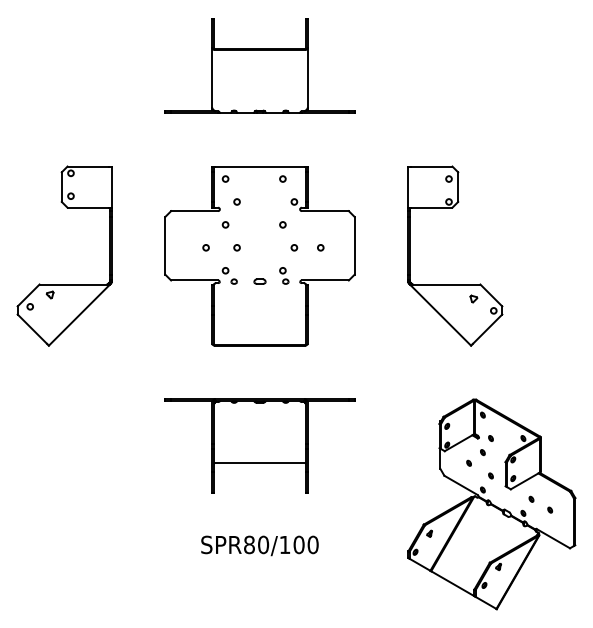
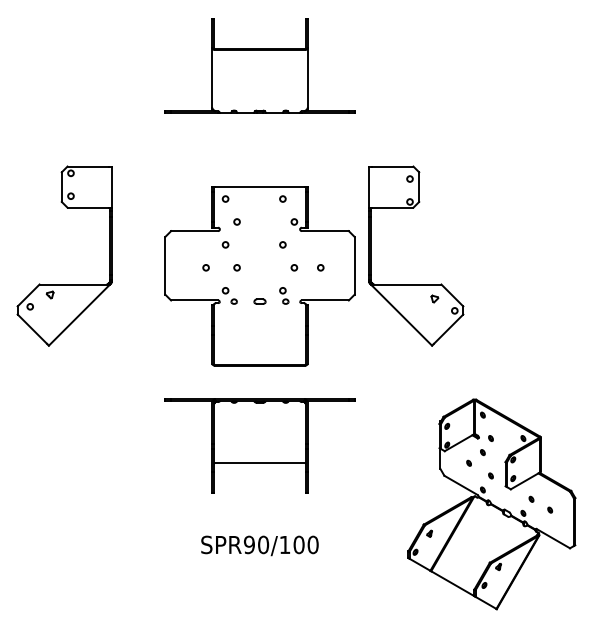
part at (259, 256) position: (259, 256) -> (259, 276)
part at (455, 284) position: (455, 284) -> (416, 284)
text at (248, 544): SPR80/100 -> SPR90/100
